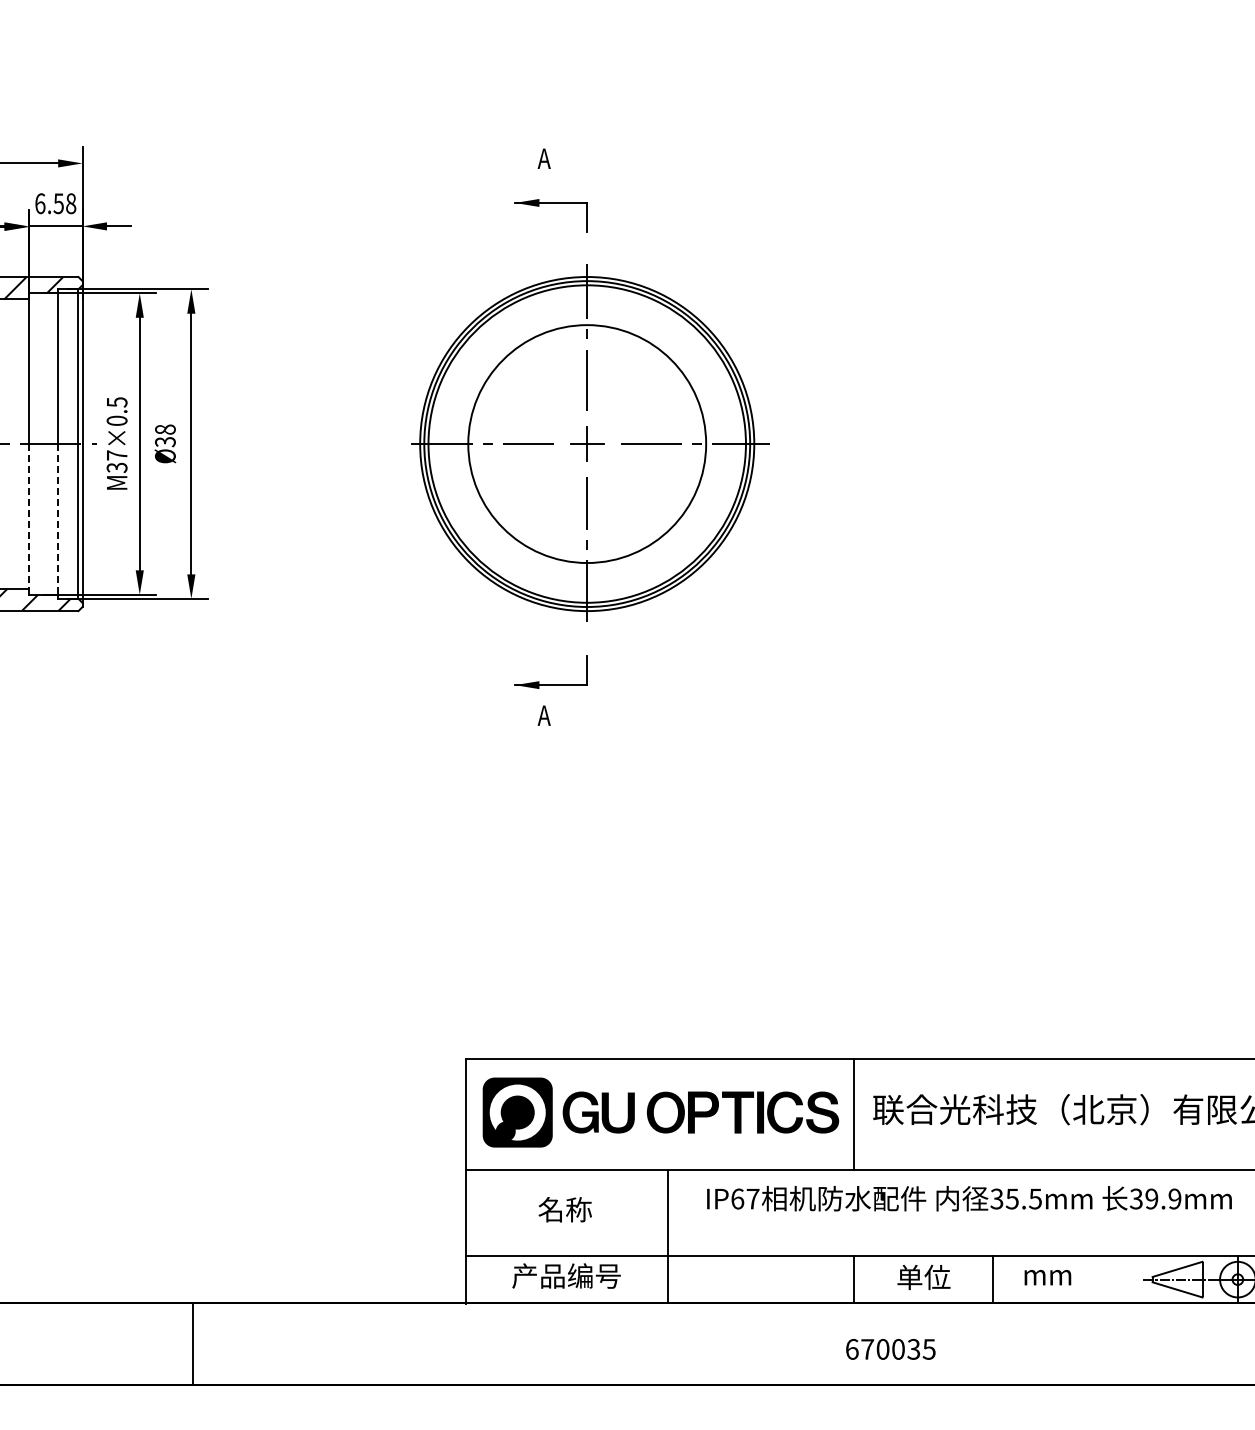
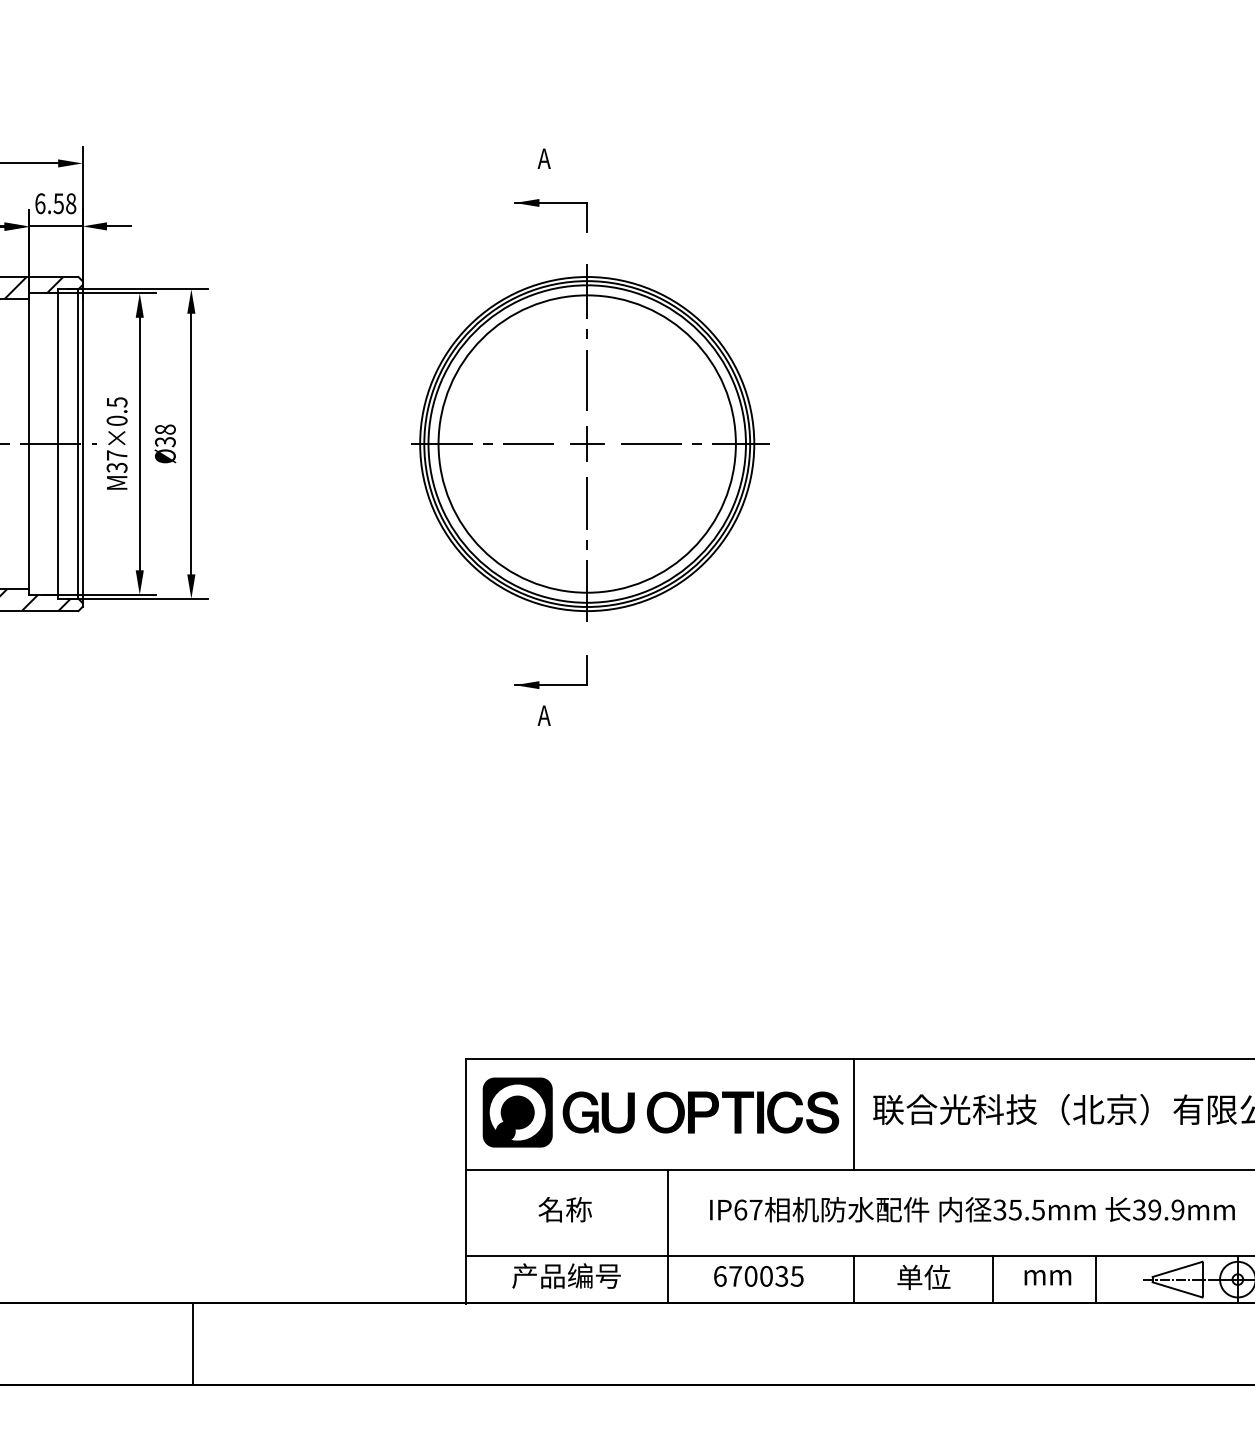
circle at (587, 444) diameter: 238 px -> 297 px
line at (28, 516): dashed -> solid
line at (58, 519): dashed -> solid
text at (969, 1198) position: (969, 1198) -> (972, 1209)
line at (1095, 1279): none -> present
text at (890, 1349) position: (890, 1349) -> (758, 1276)
